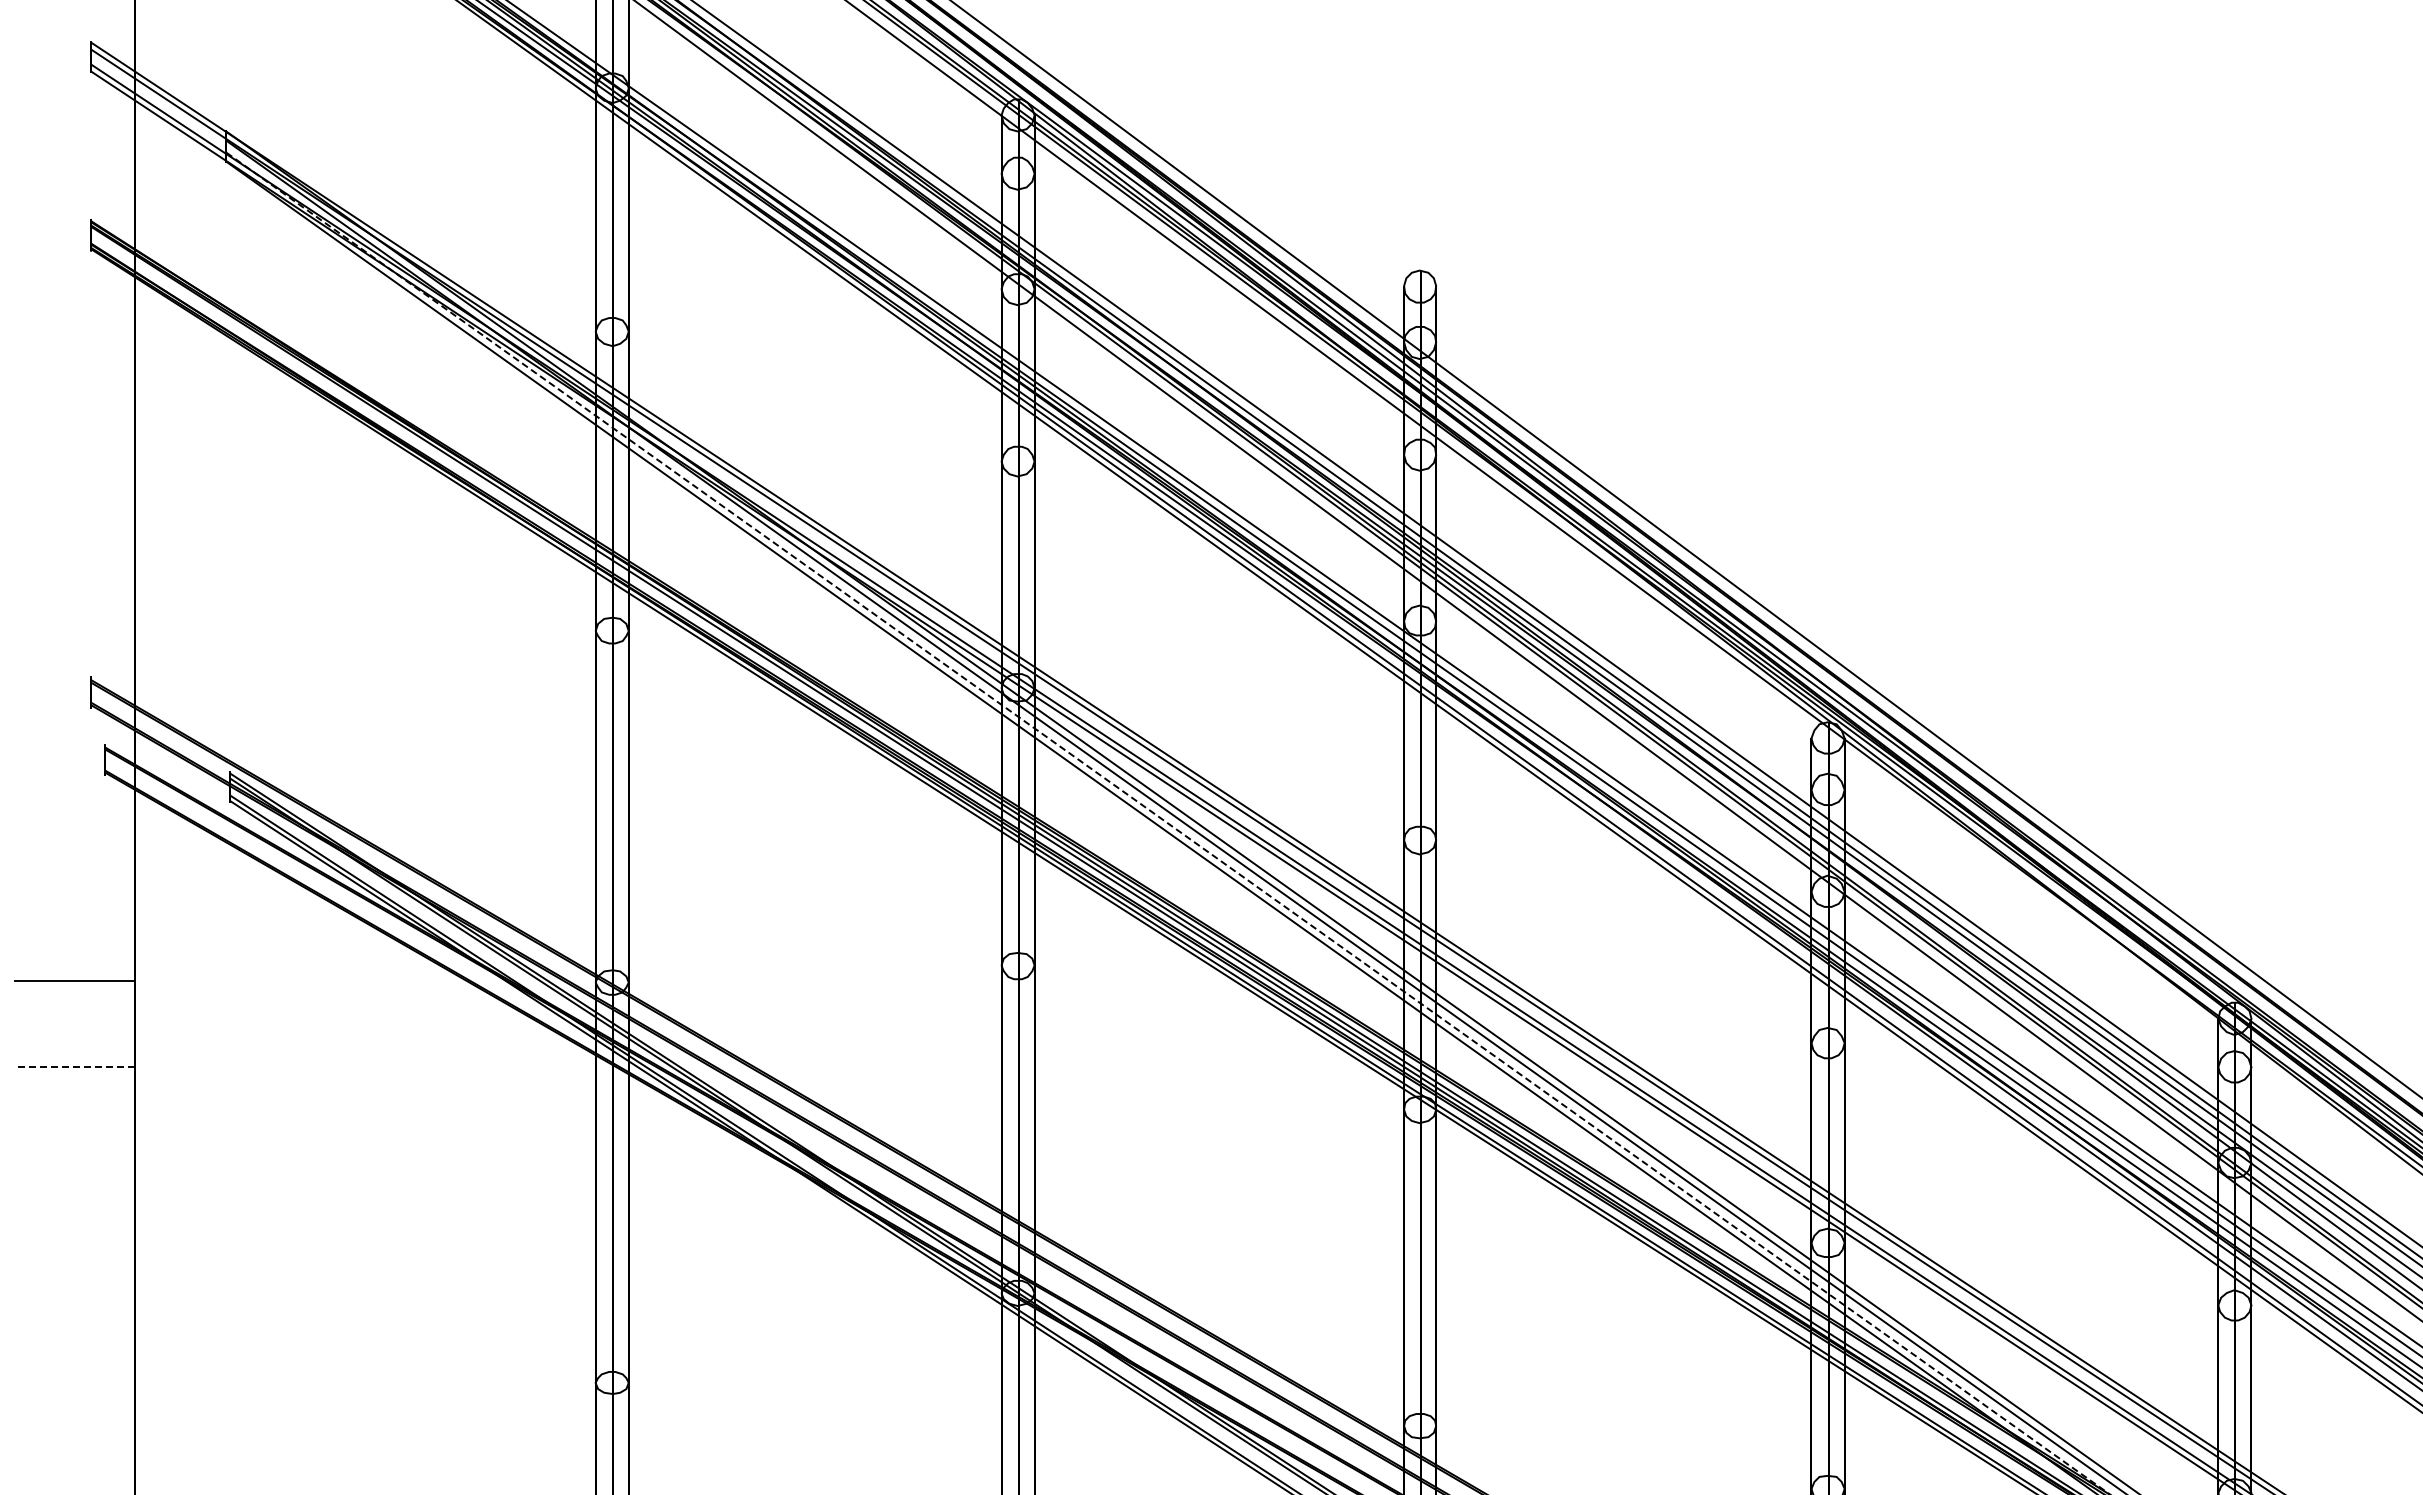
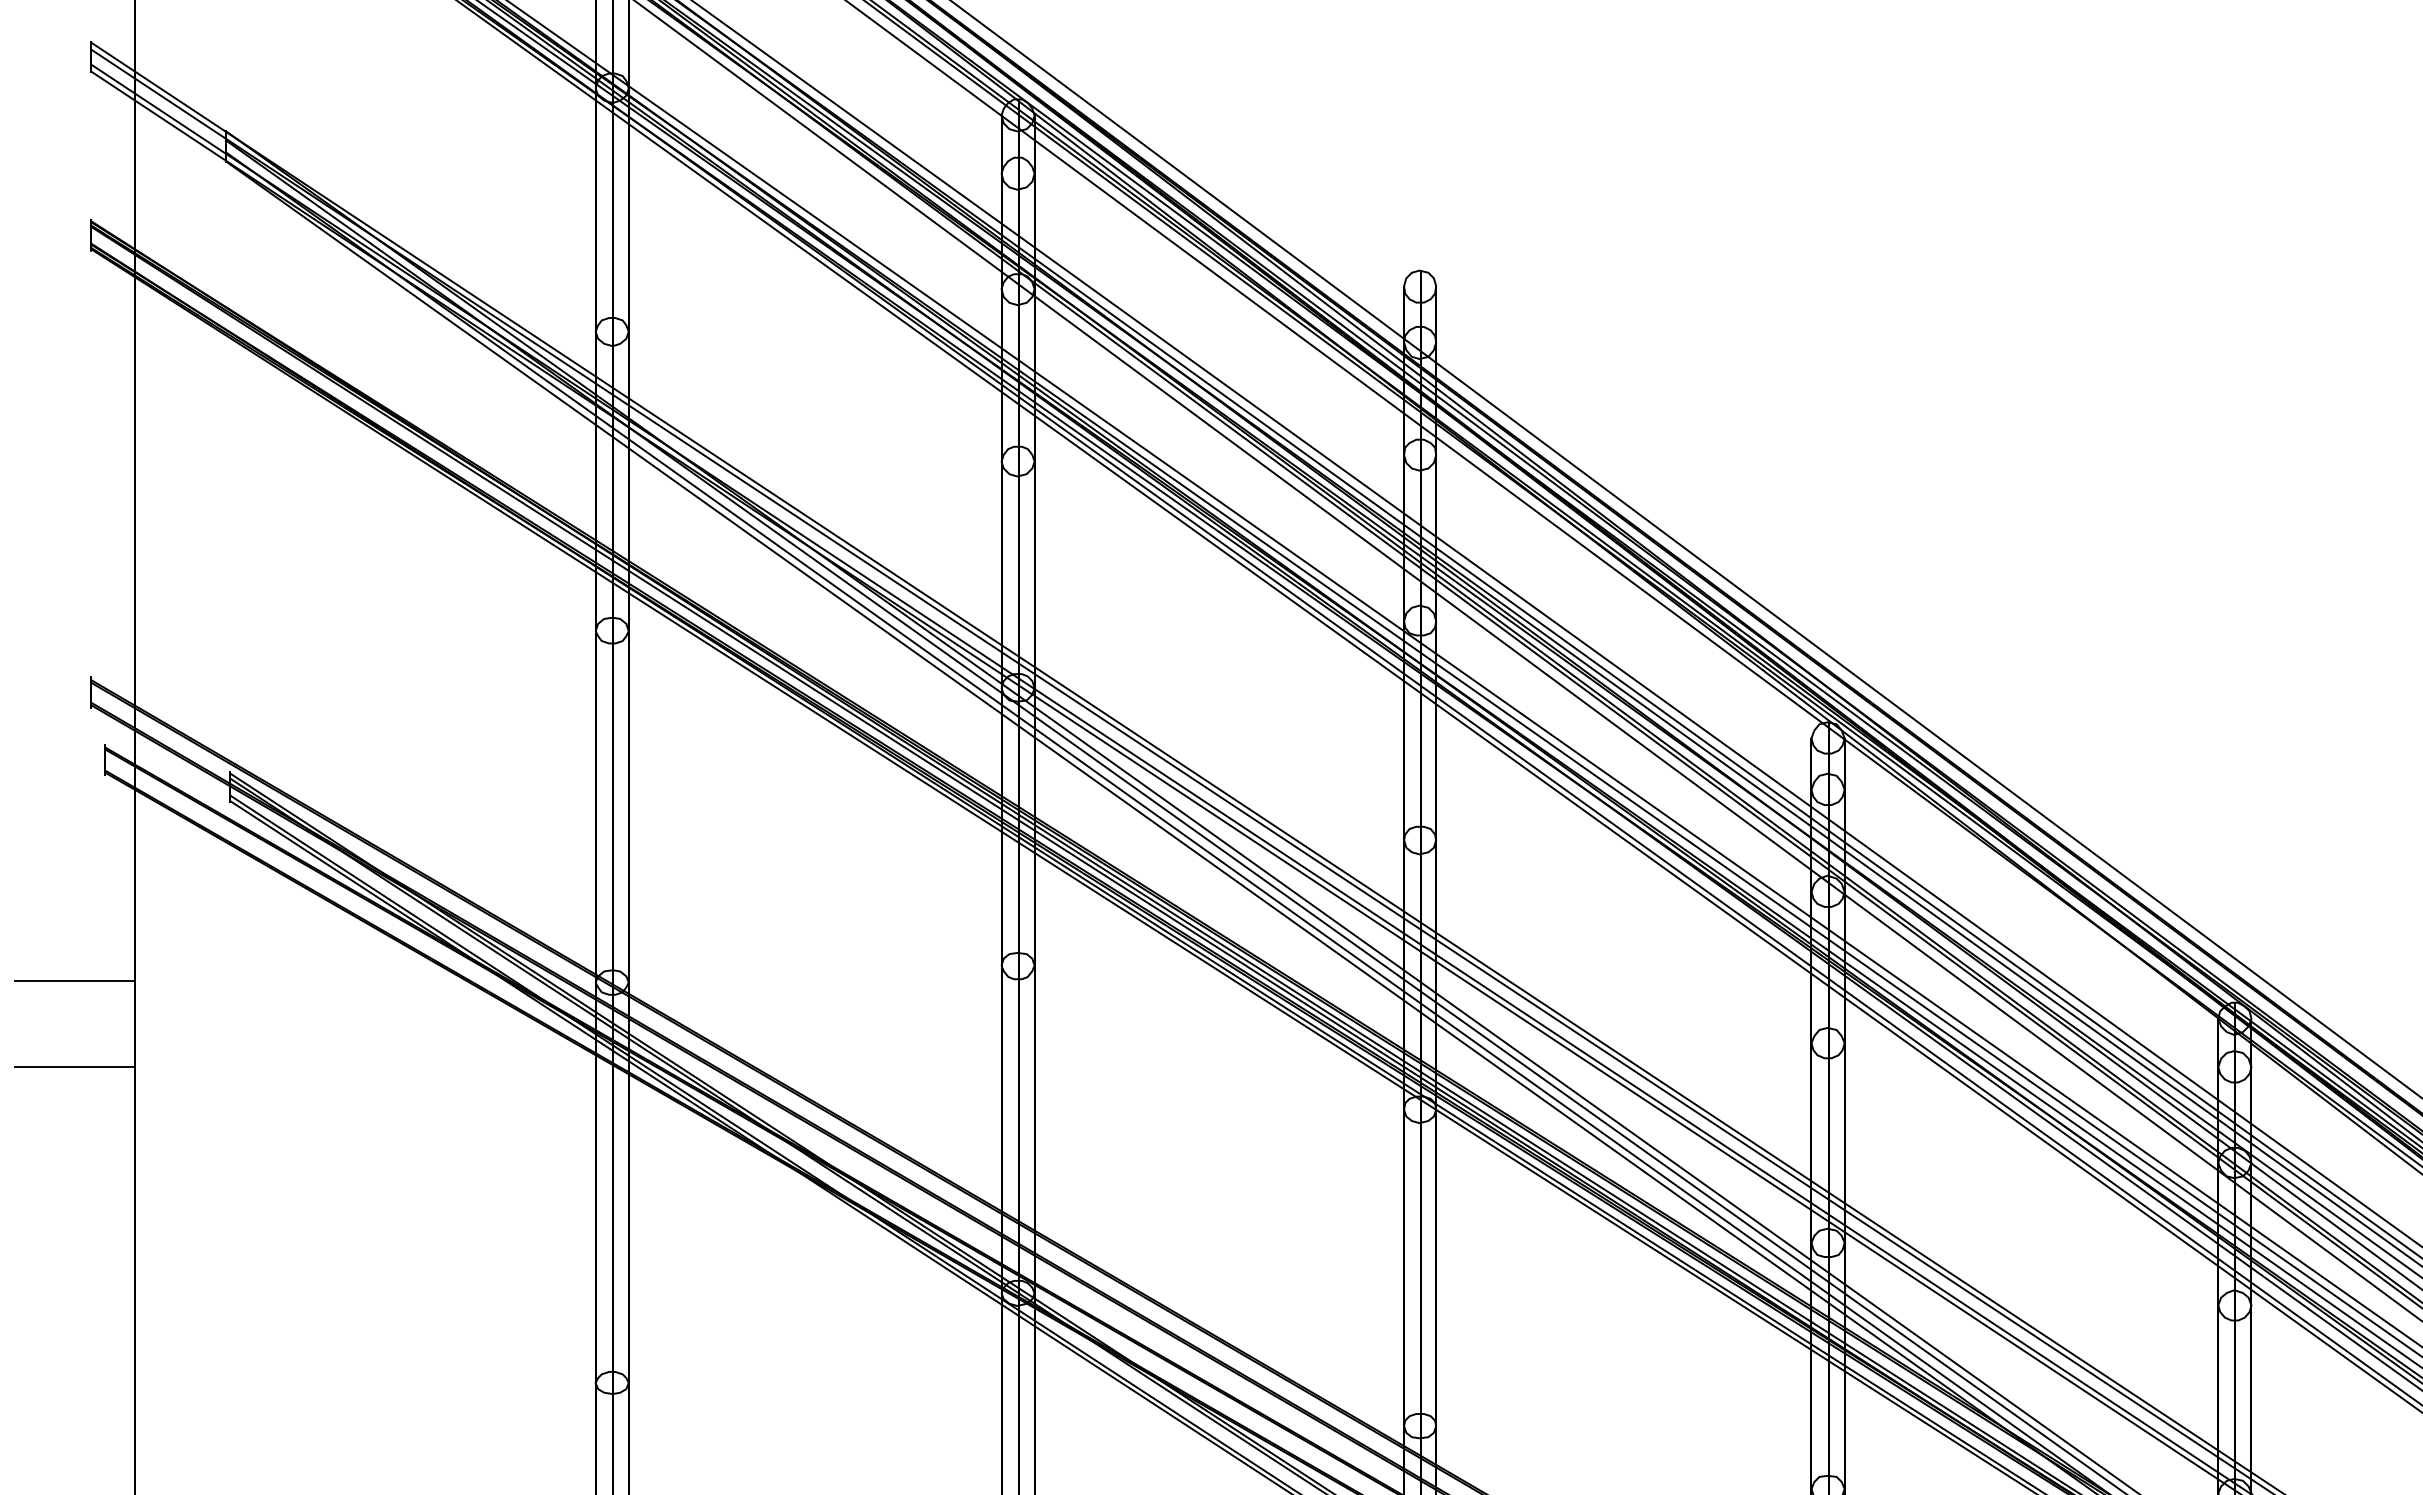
line at (1168, 823): dashed -> solid
line at (74, 1067): dashed -> solid
